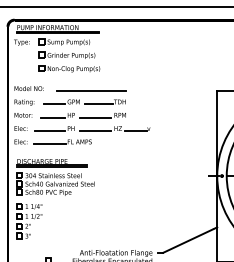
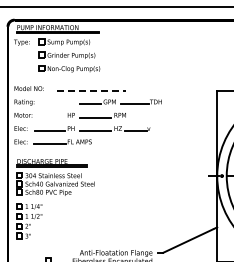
line at (92, 91): solid -> dashed
part at (84, 101) position: (84, 101) -> (120, 101)
line at (52, 117): present -> none
